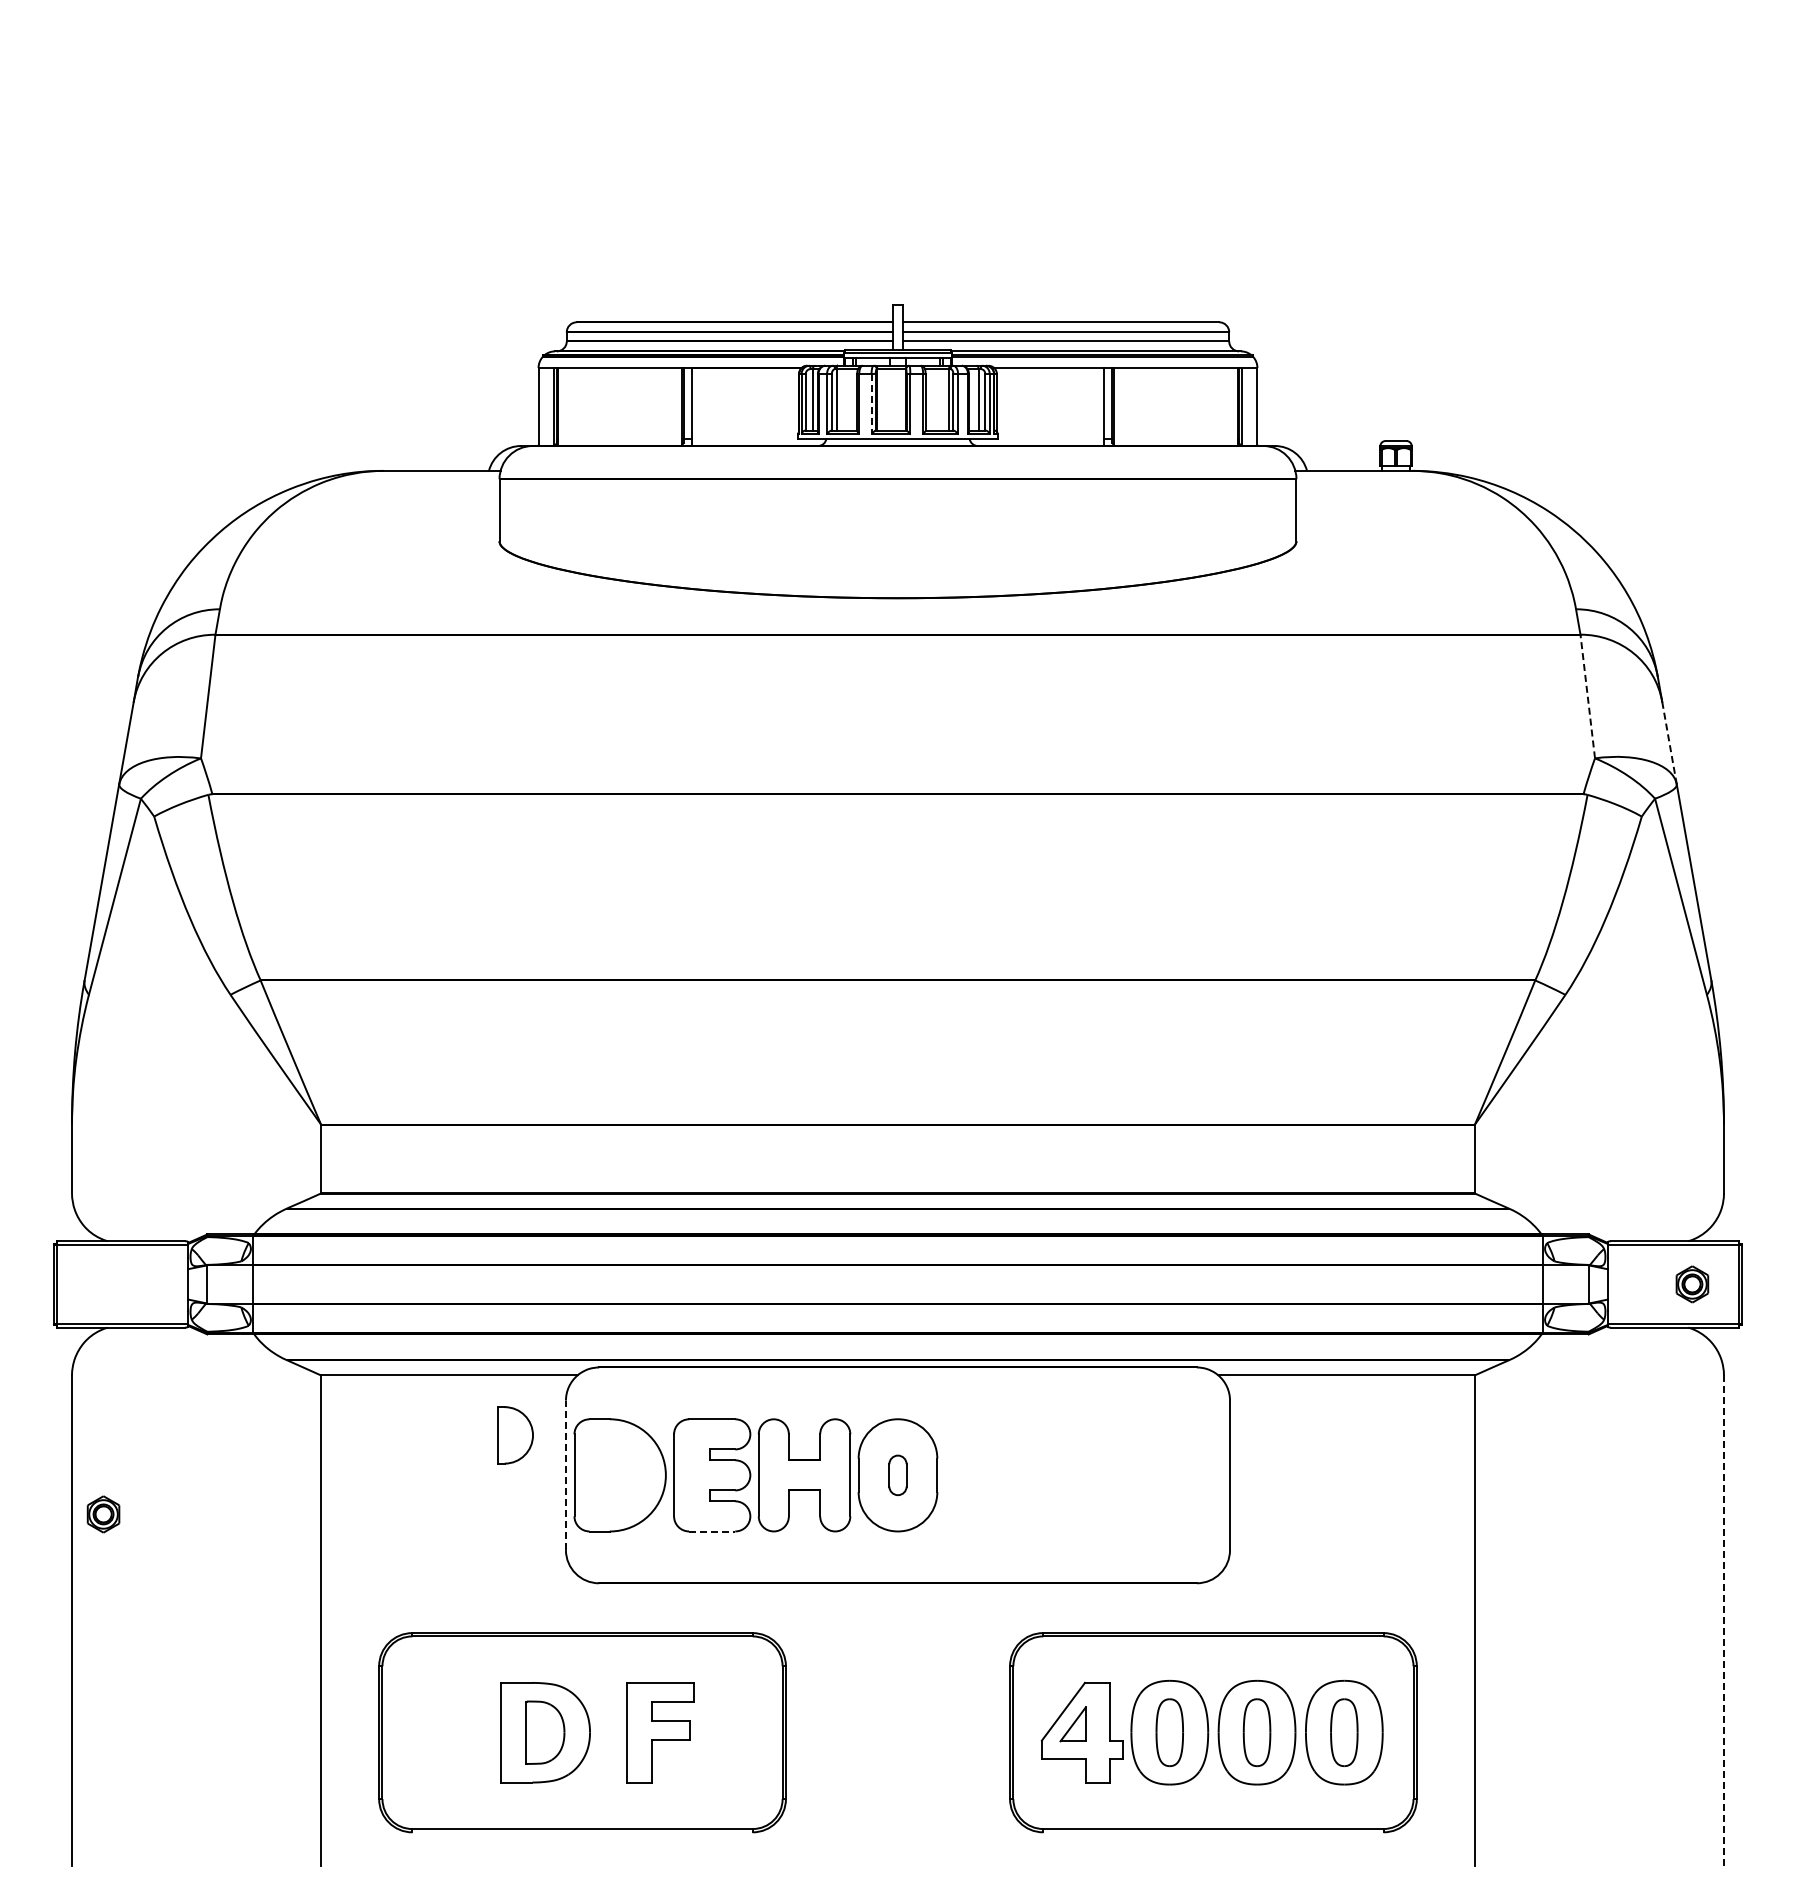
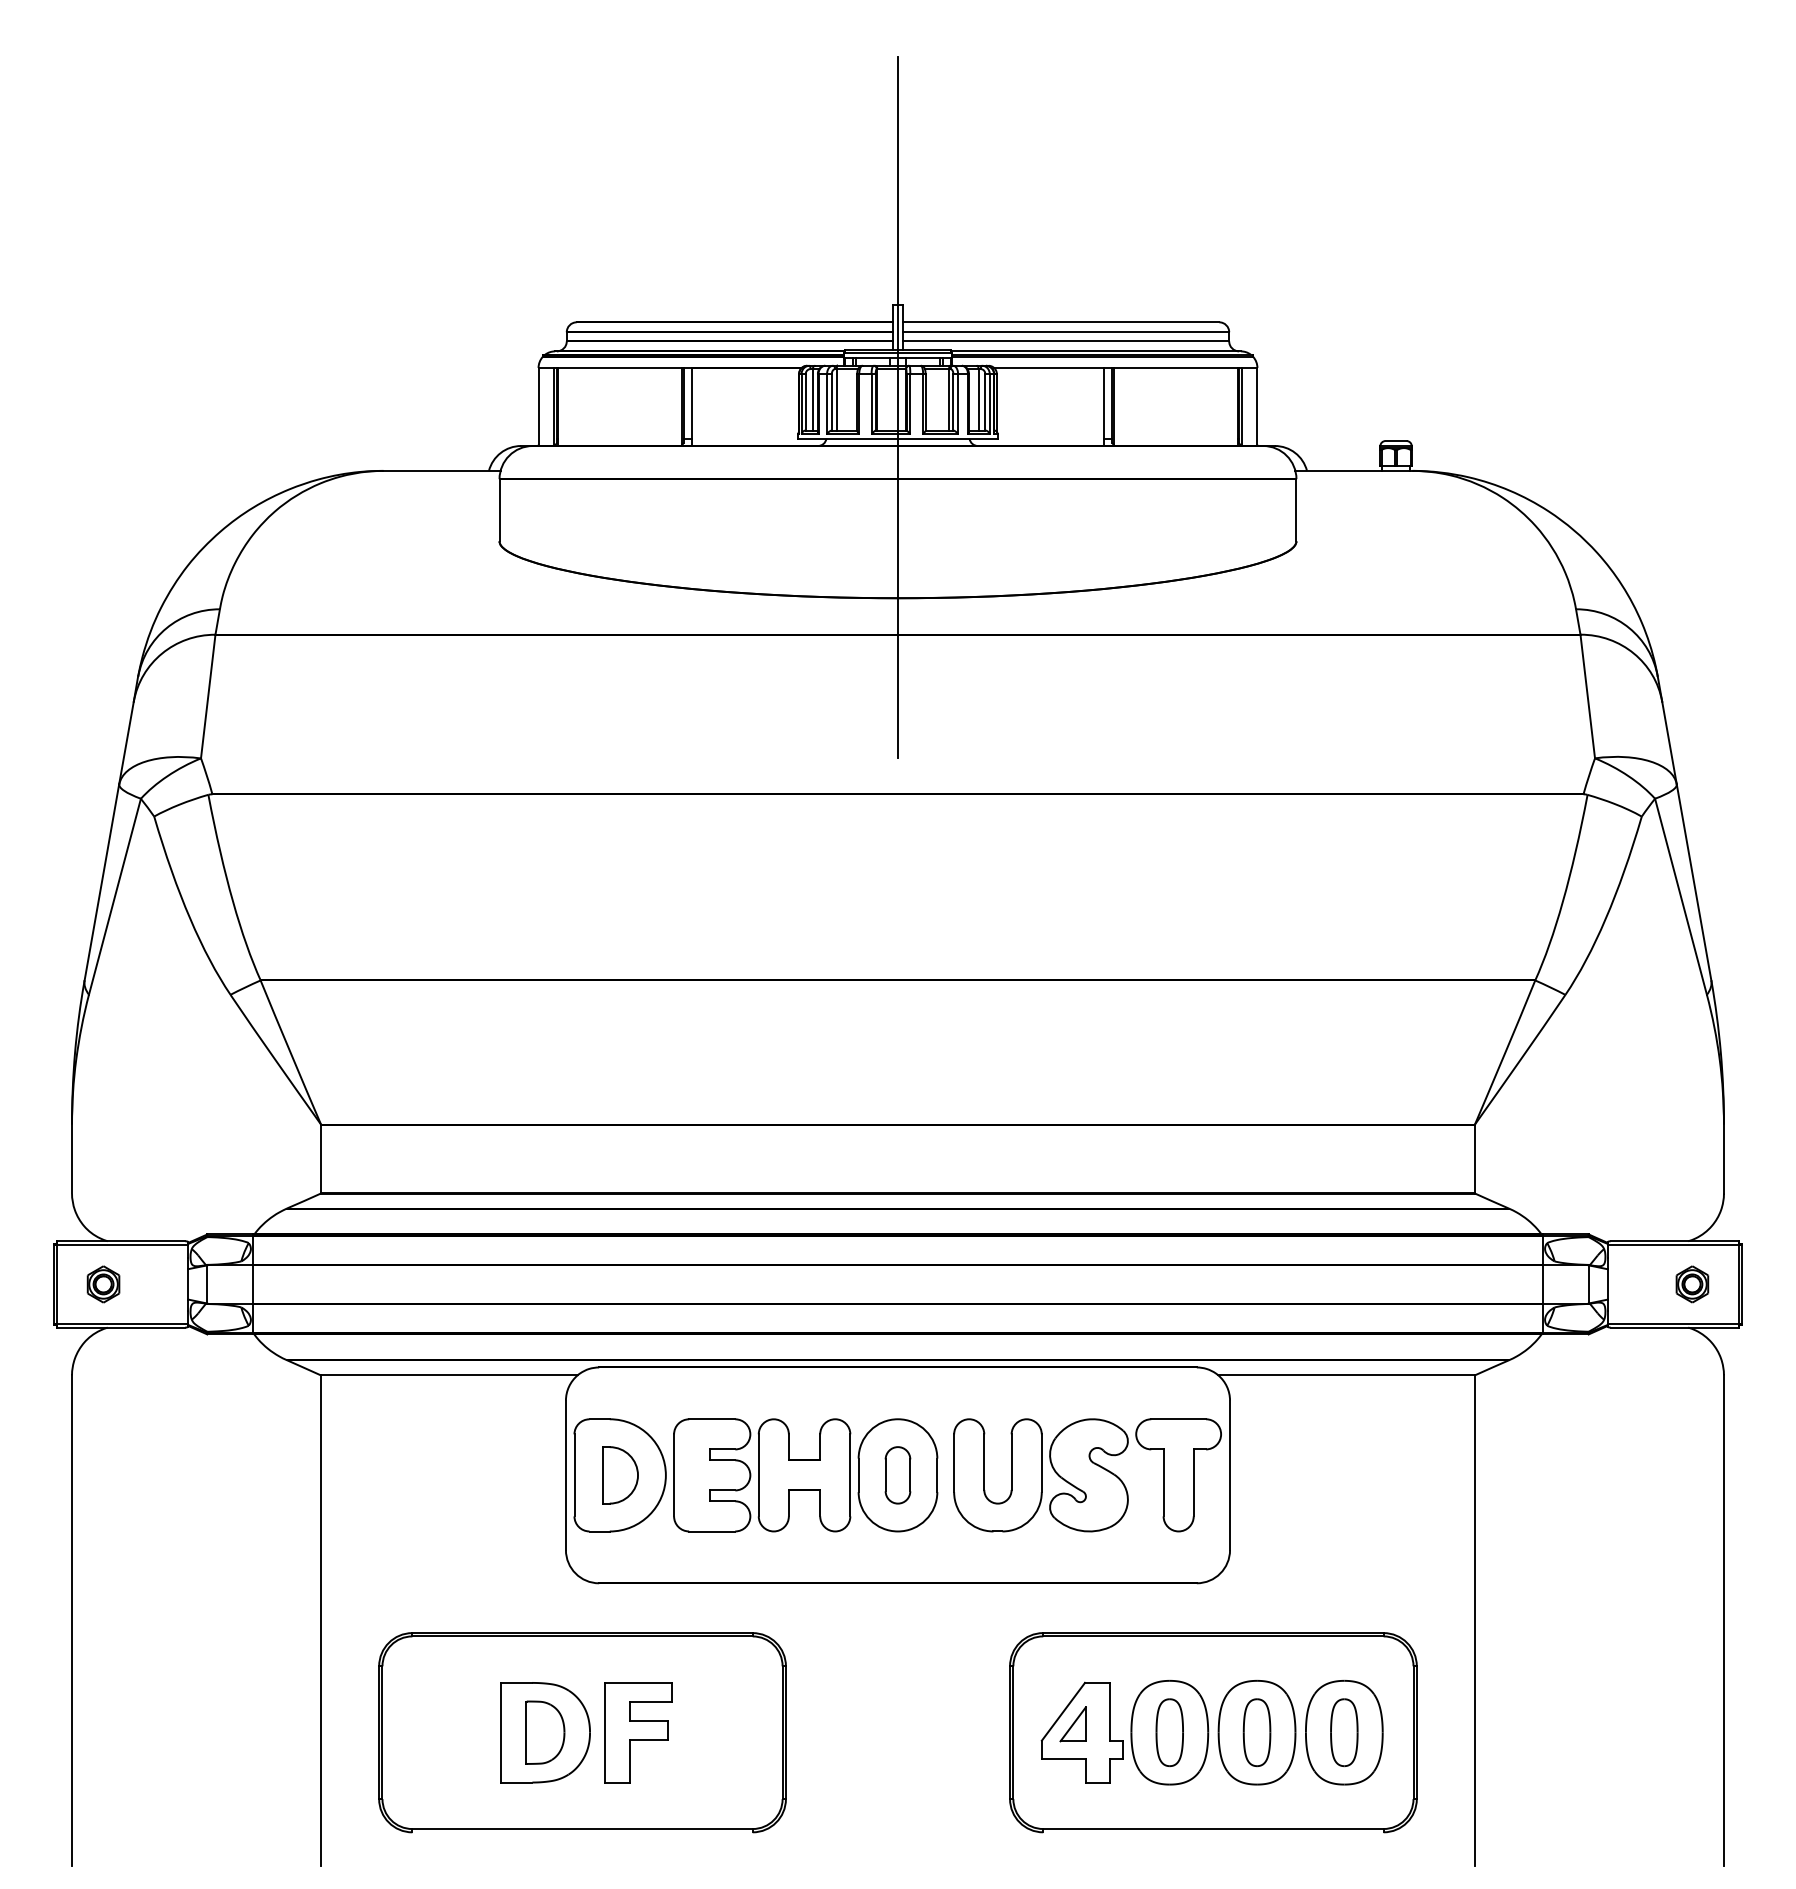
line at (871, 403): dashed -> solid
line at (897, 407): none -> present
line at (1587, 696): dashed -> solid
line at (1669, 743): dashed -> solid
part at (515, 1435) position: (515, 1435) -> (620, 1475)
part at (897, 1474) size: 20x42 px -> 28x59 px
line at (565, 1475): dashed -> solid
part at (1087, 1475): none -> present
part at (103, 1514) position: (103, 1514) -> (103, 1284)
line at (712, 1531): dashed -> solid
line at (1723, 1620): dashed -> solid
part at (660, 1732) position: (660, 1732) -> (638, 1732)
